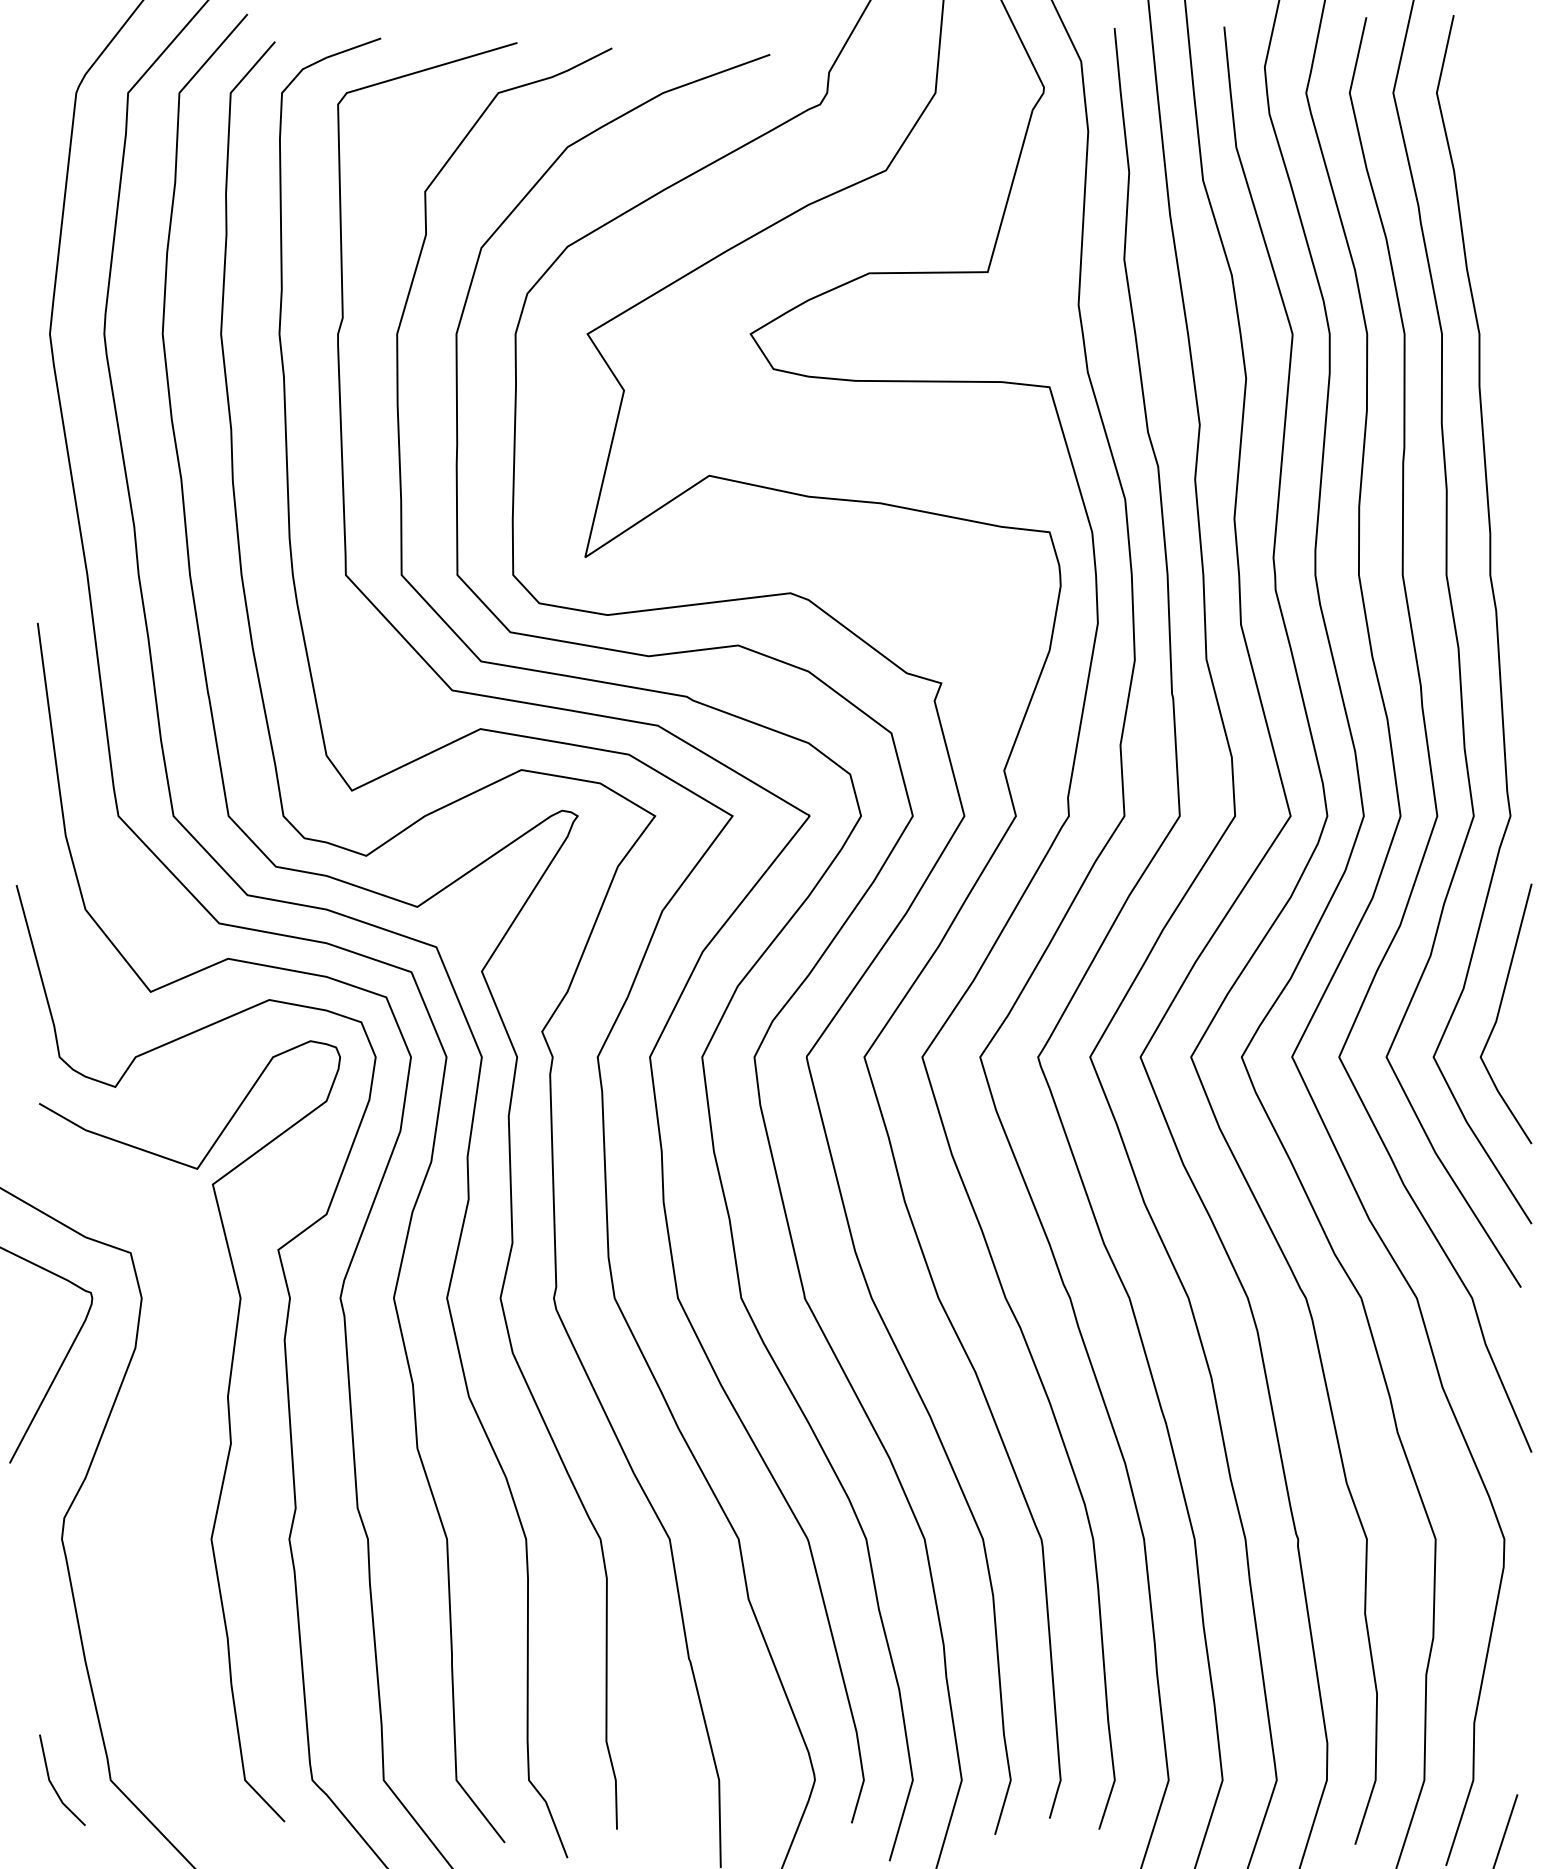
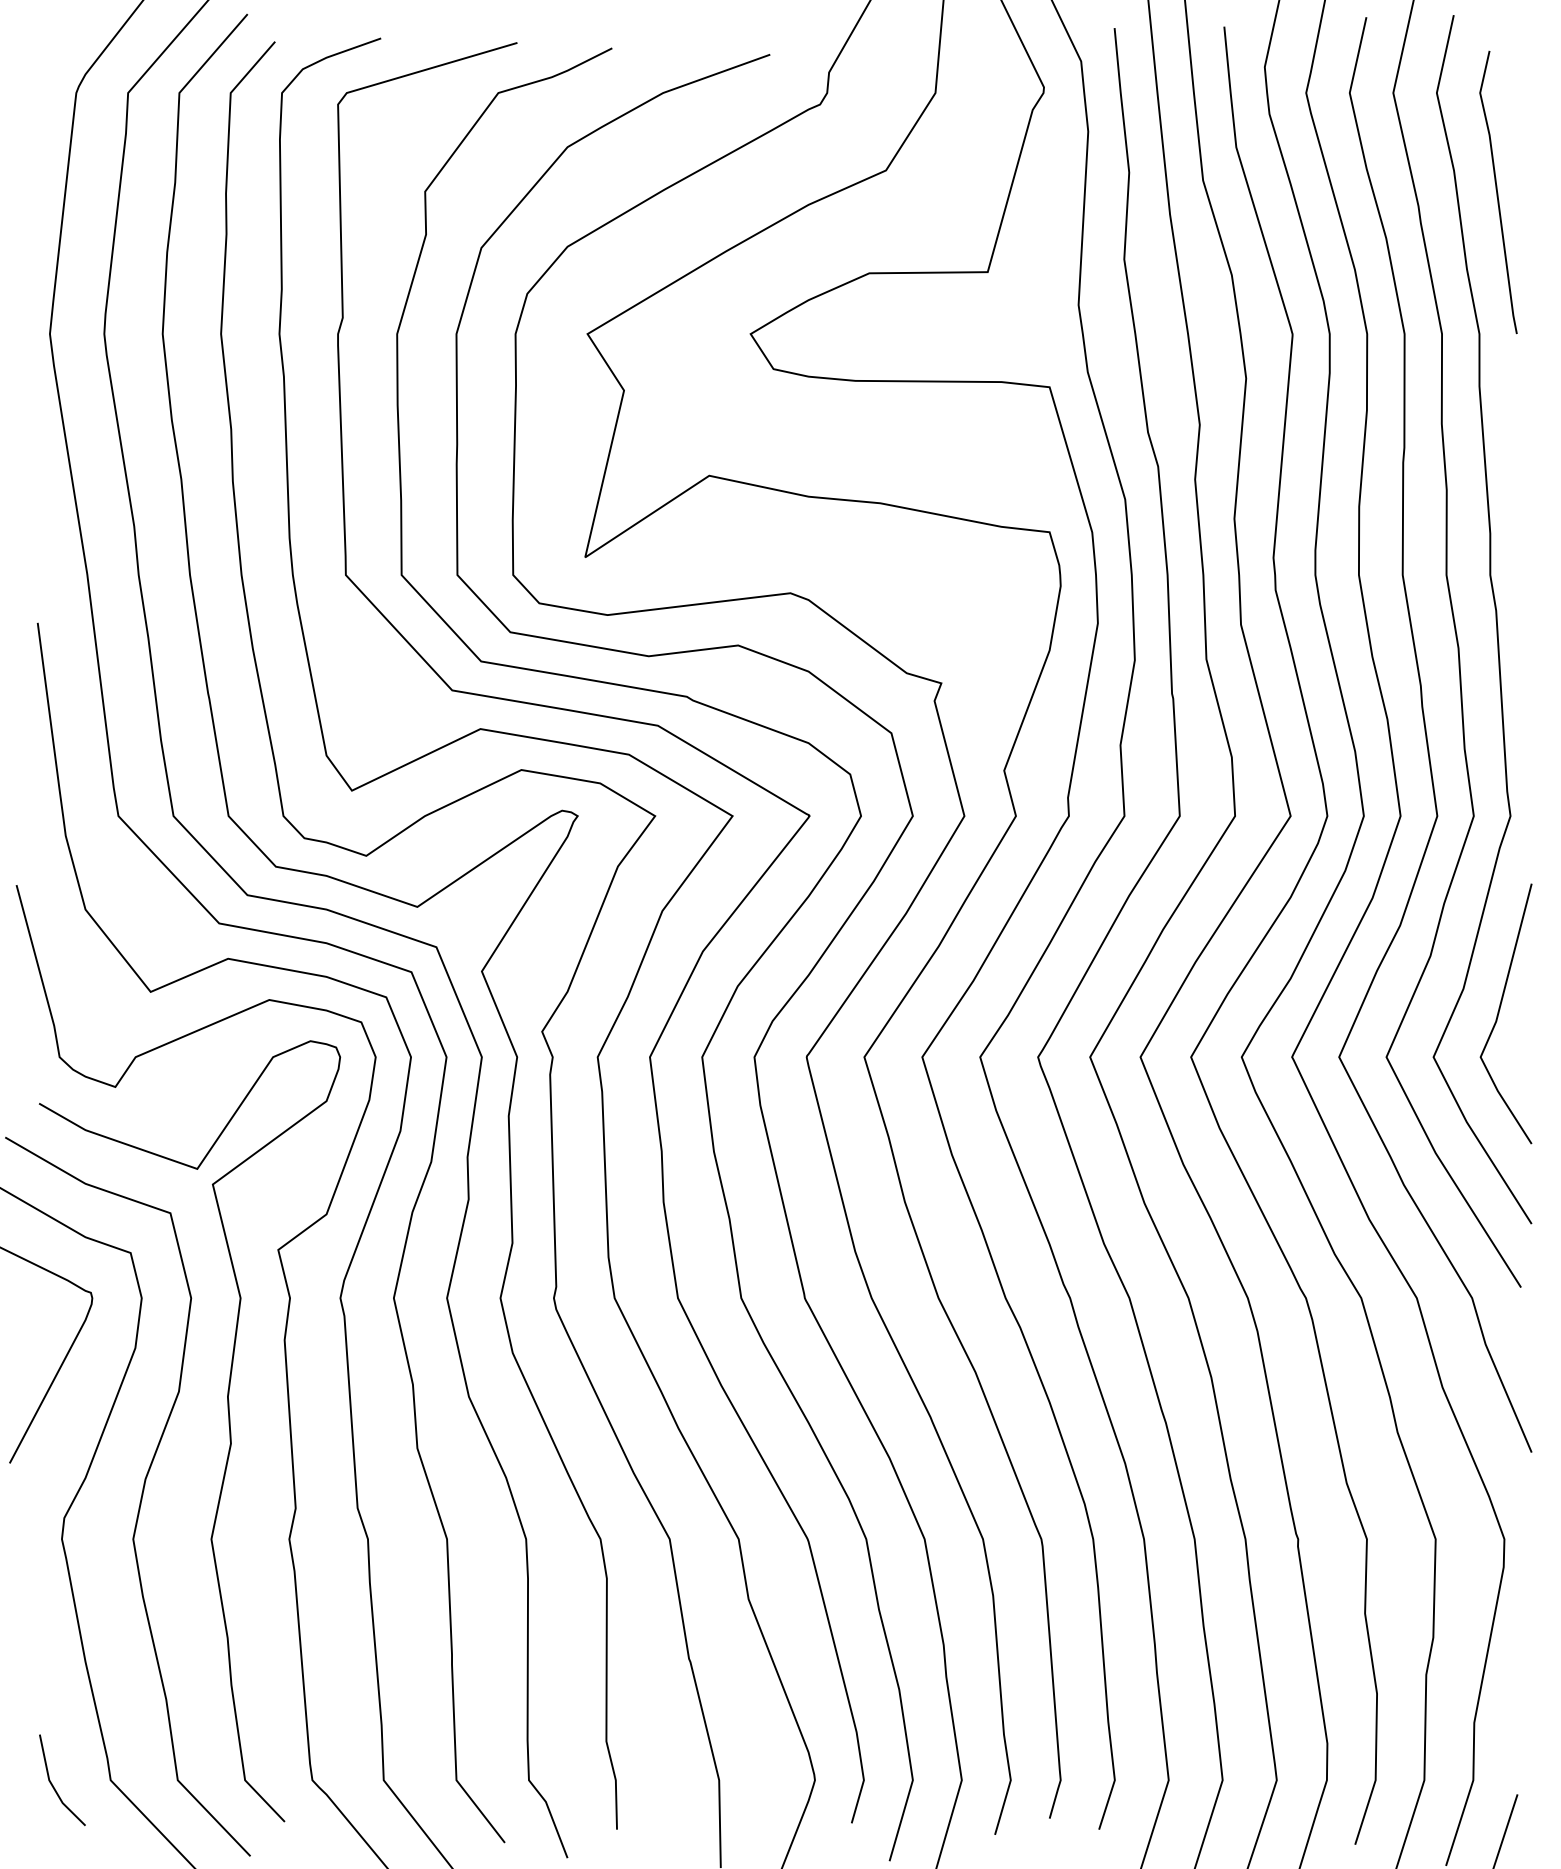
line at (1498, 192): none -> present
curve at (140, 1497): none -> present
